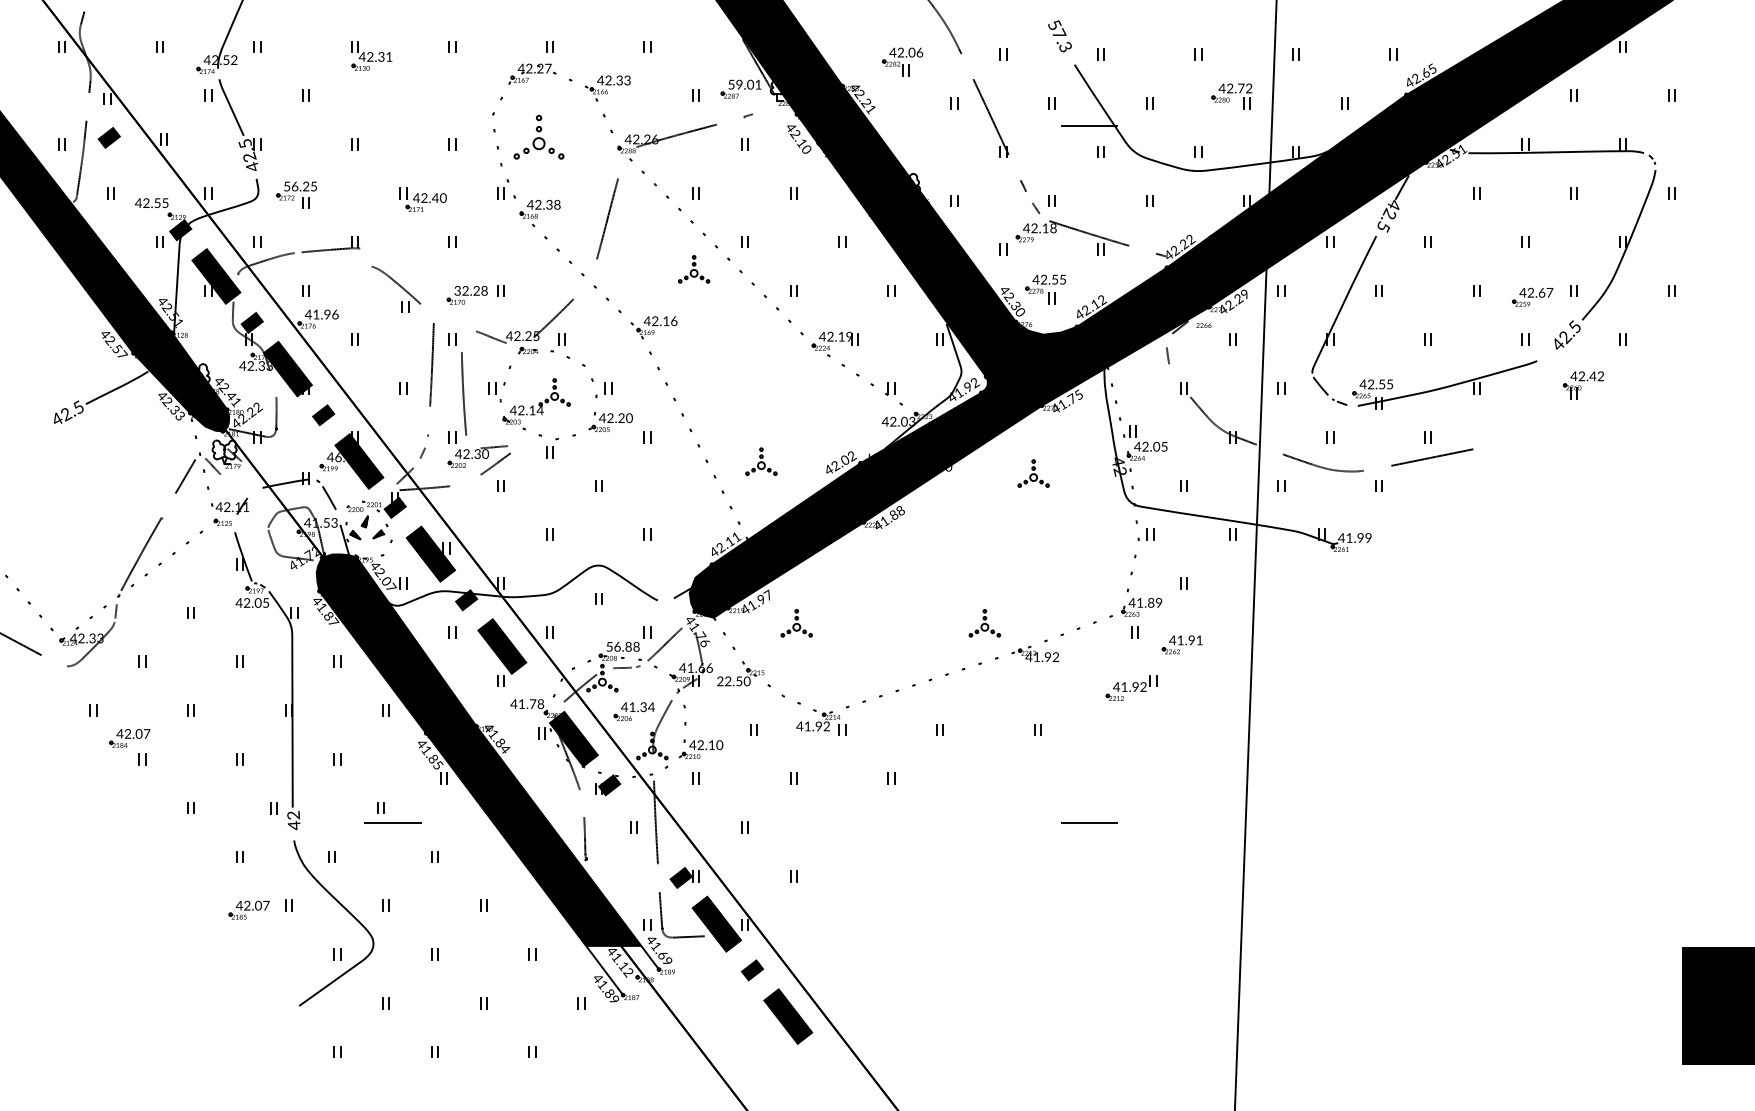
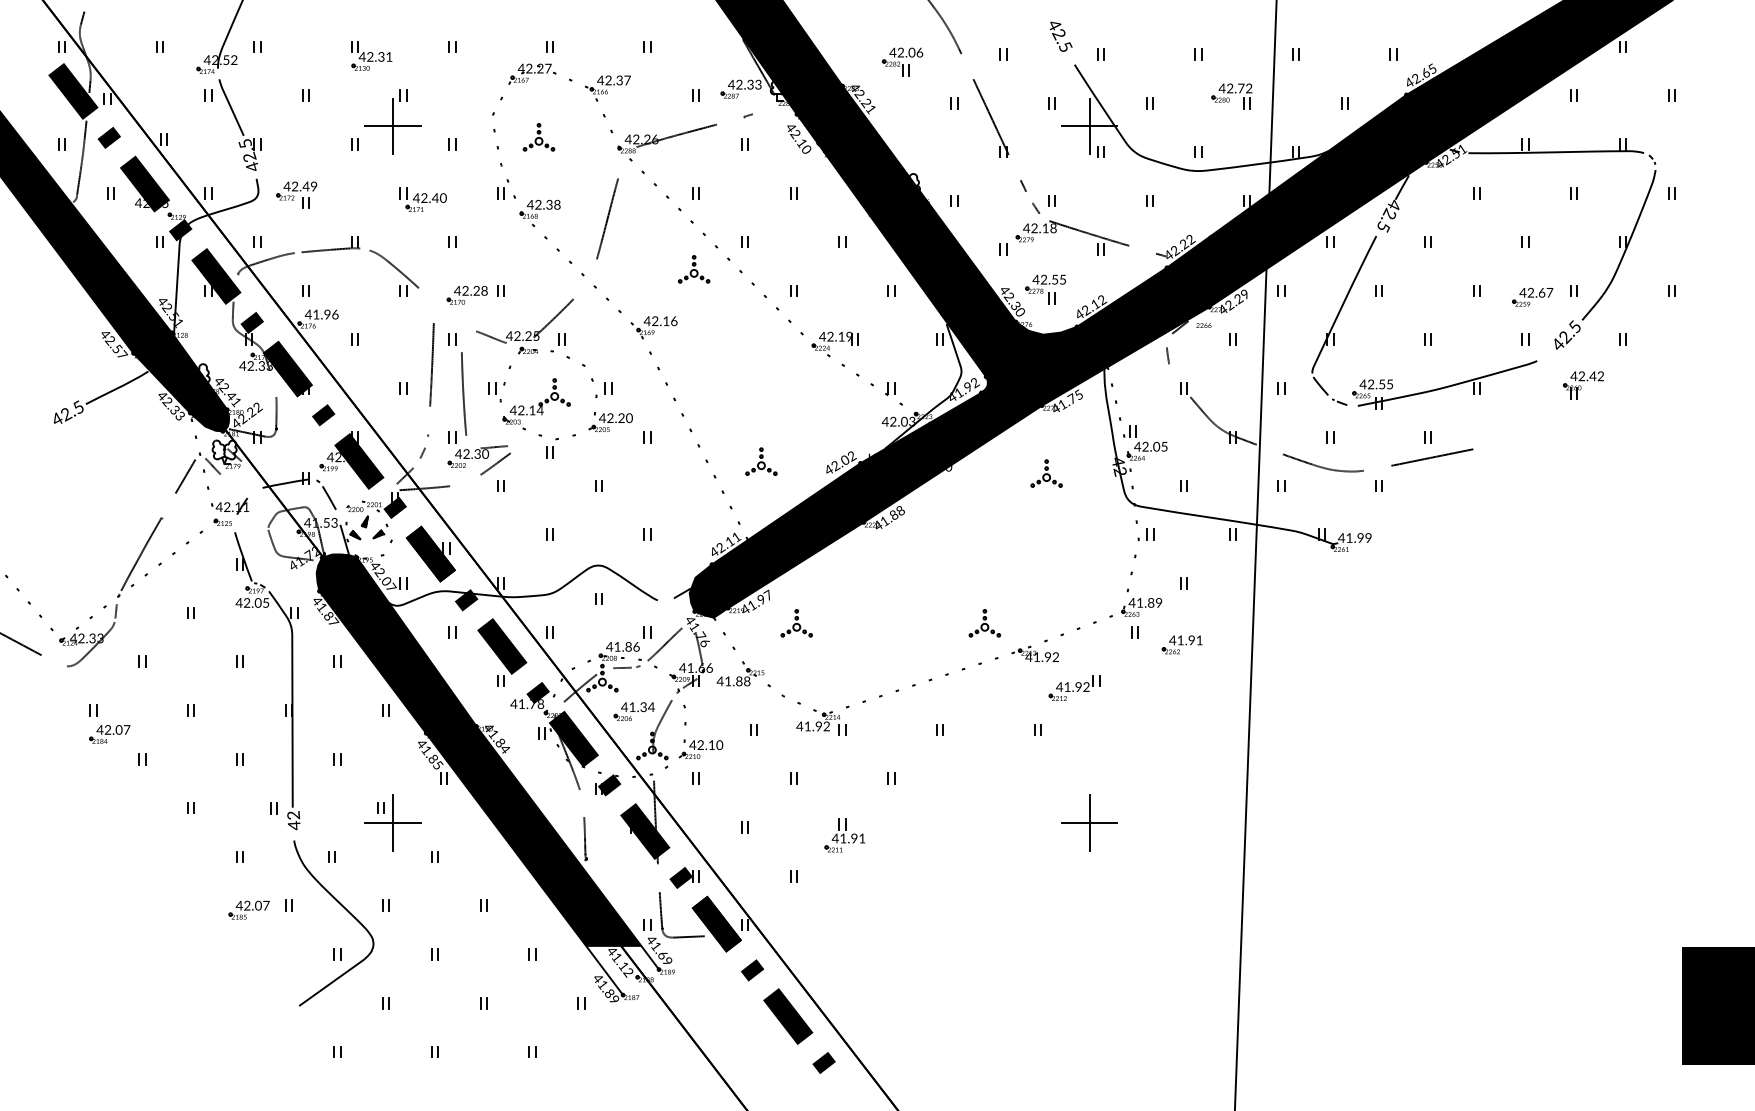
text at (1060, 36): 57.3 -> 42.5
text at (627, 80): 42.33 -> 42.37
text at (744, 84): 59.01 -> 42.33
fill at (73, 90): none -> present
part at (392, 121): none -> present
line at (1089, 126): none -> present
part at (538, 137) size: 52x45 px -> 34x29 px
fill at (144, 183): none -> present
text at (300, 186): 56.25 -> 42.49
part at (396, 288) position: (396, 288) -> (394, 272)
text at (457, 290): 32.28 -> 42.28
text at (338, 457): 46.93 -> 42.10
part at (1033, 473) position: (1033, 473) -> (1046, 473)
text at (622, 646): 56.88 -> 41.86
text at (733, 681): 22.50 -> 41.88
part at (1131, 687) position: (1131, 687) -> (1074, 687)
fill at (538, 692): none -> present
part at (129, 738) position: (129, 738) -> (109, 734)
line at (392, 823): none -> present
line at (1089, 823): none -> present
fill at (645, 831): none -> present
part at (844, 835): none -> present
fill at (824, 1062): none -> present
